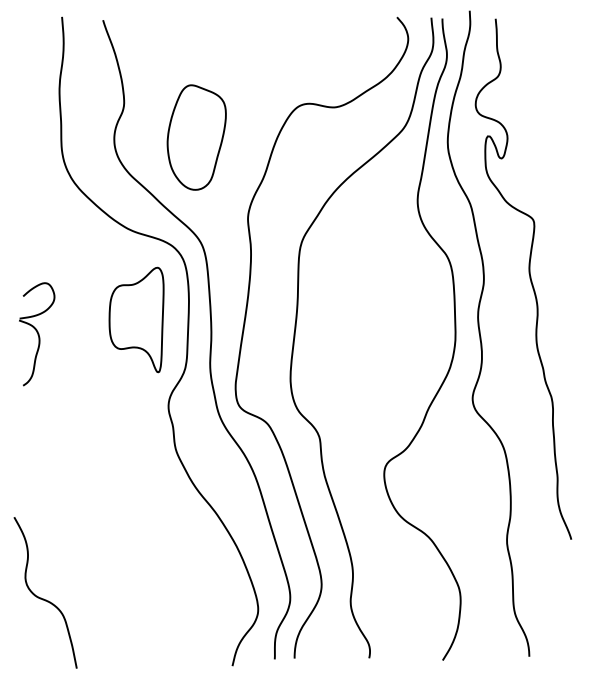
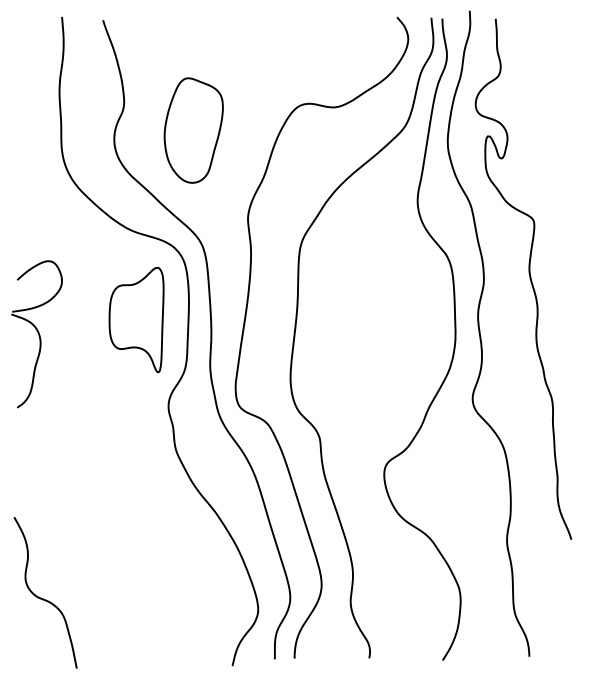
part at (196, 137) position: (196, 137) -> (193, 130)
part at (37, 334) size: 37x105 px -> 52x149 px
